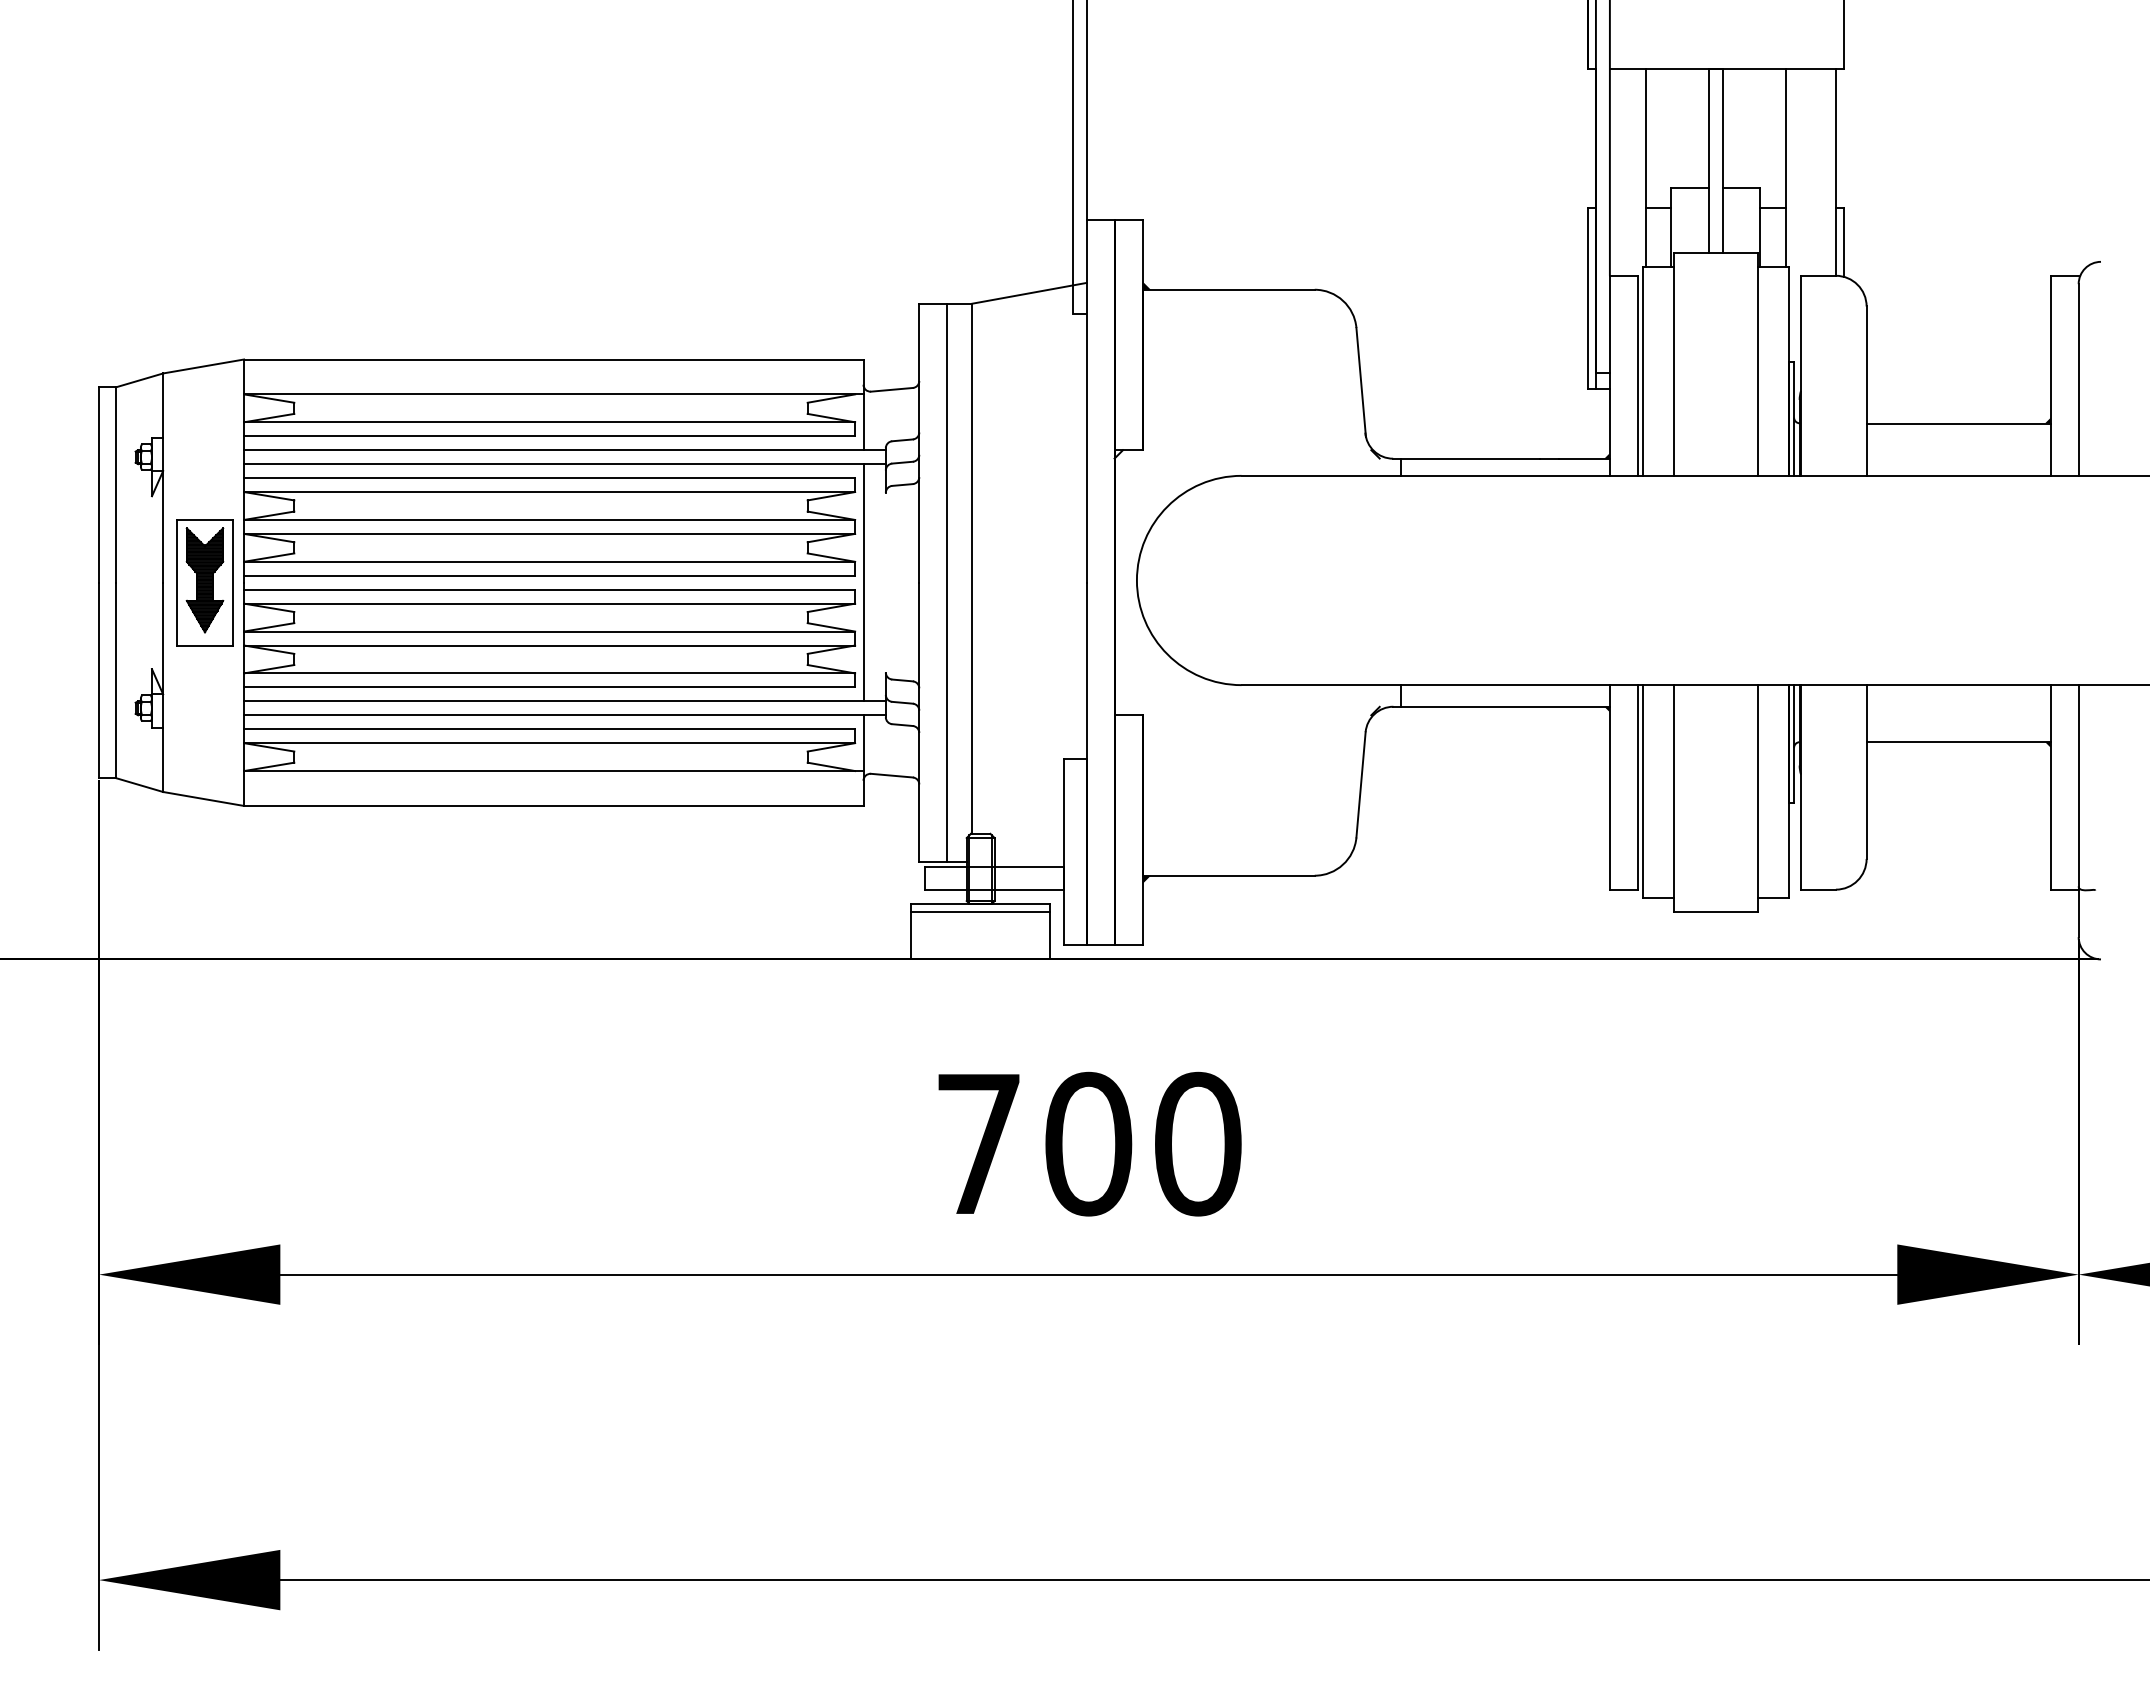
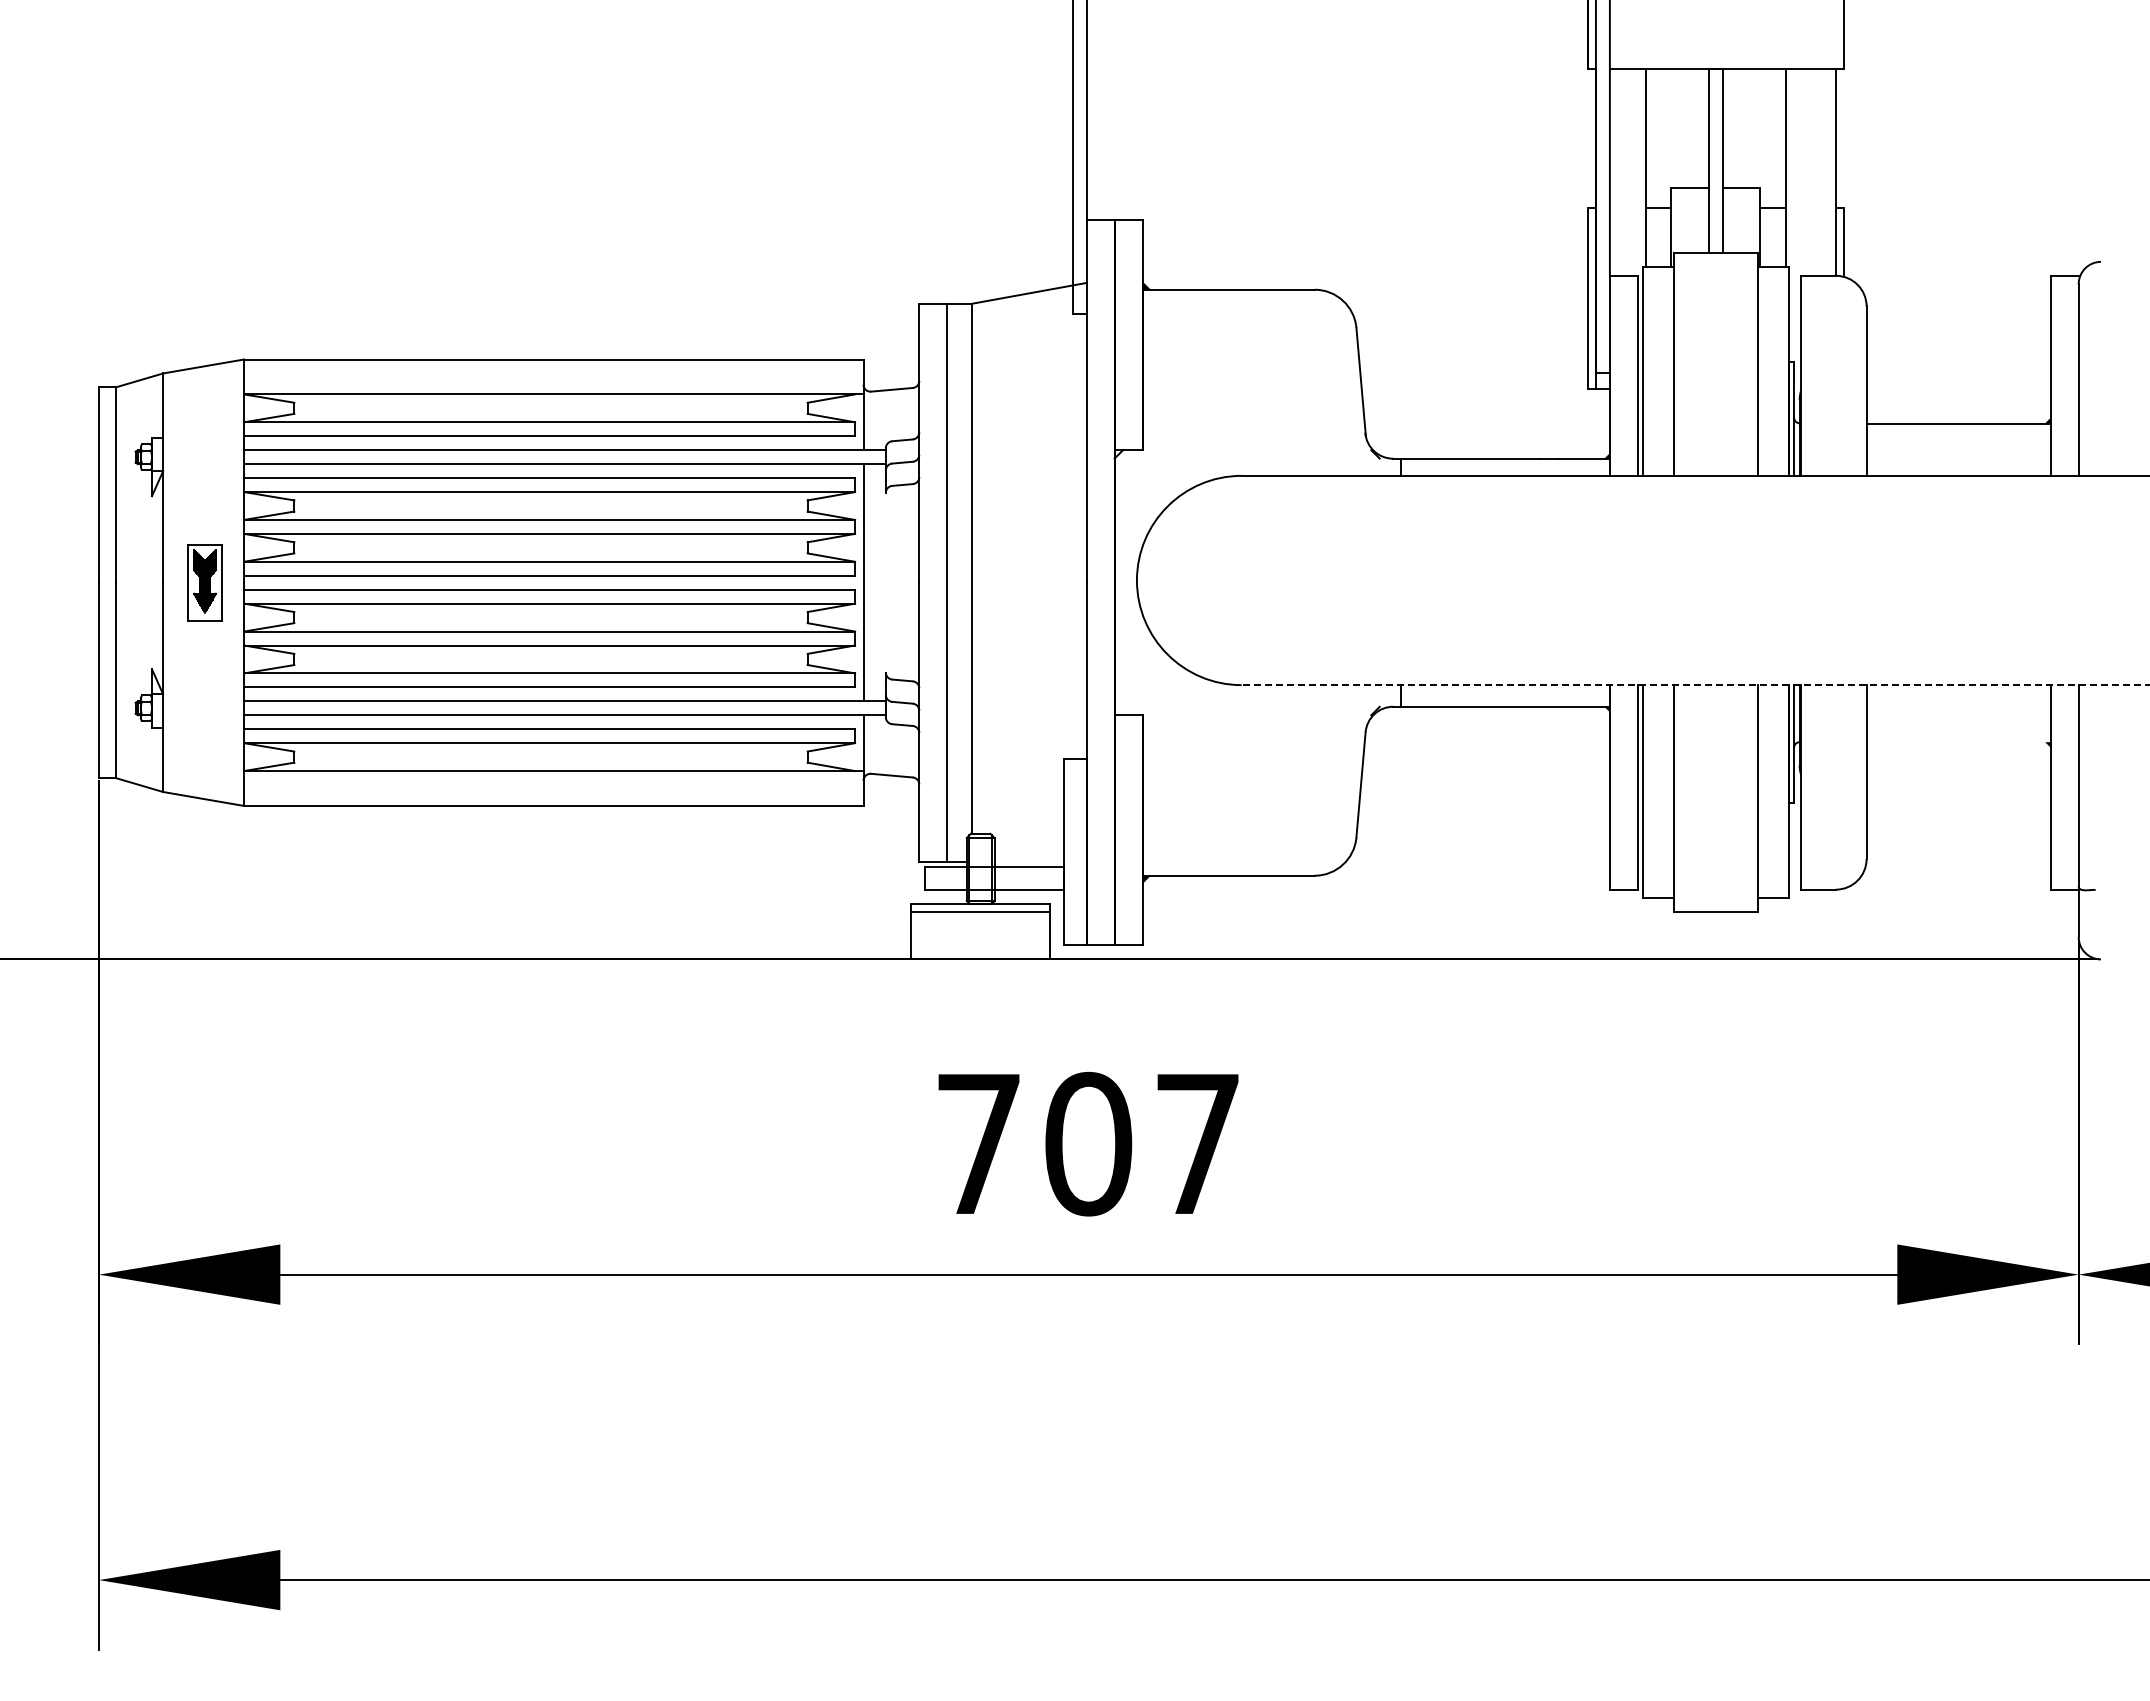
part at (204, 582) size: 58x128 px -> 36x78 px
line at (1695, 685): solid -> dashed
line at (1958, 741): present -> none
text at (1198, 1143): 700 -> 707
